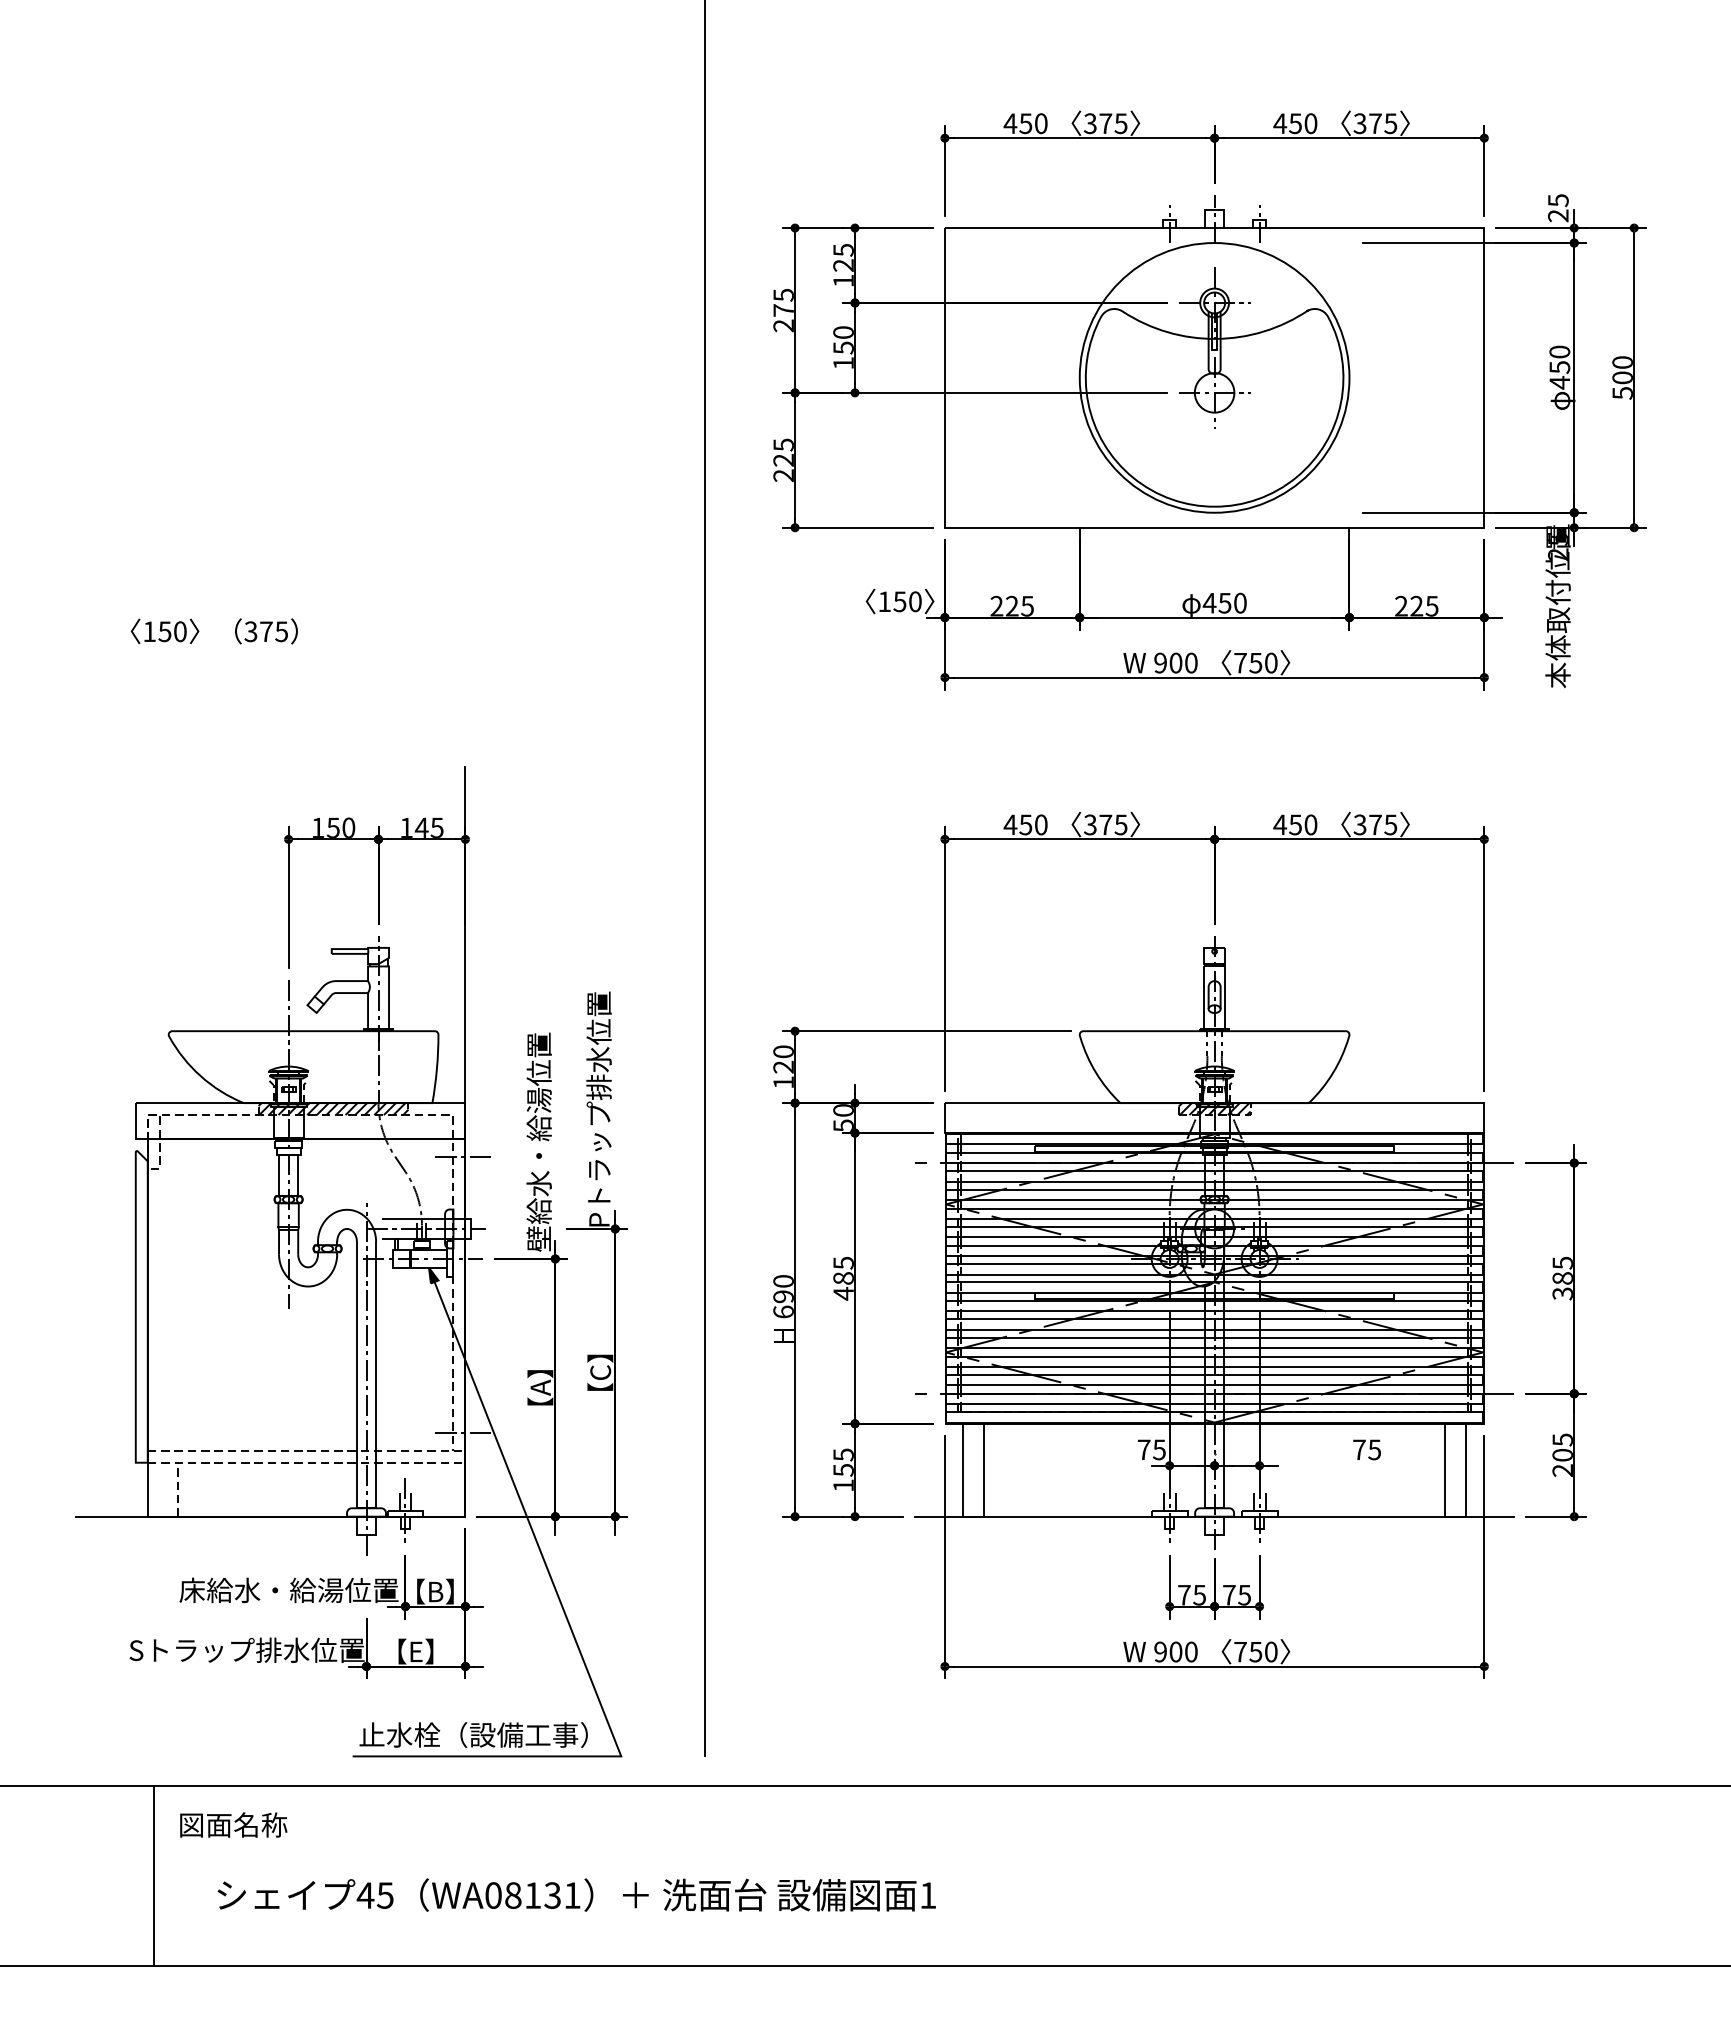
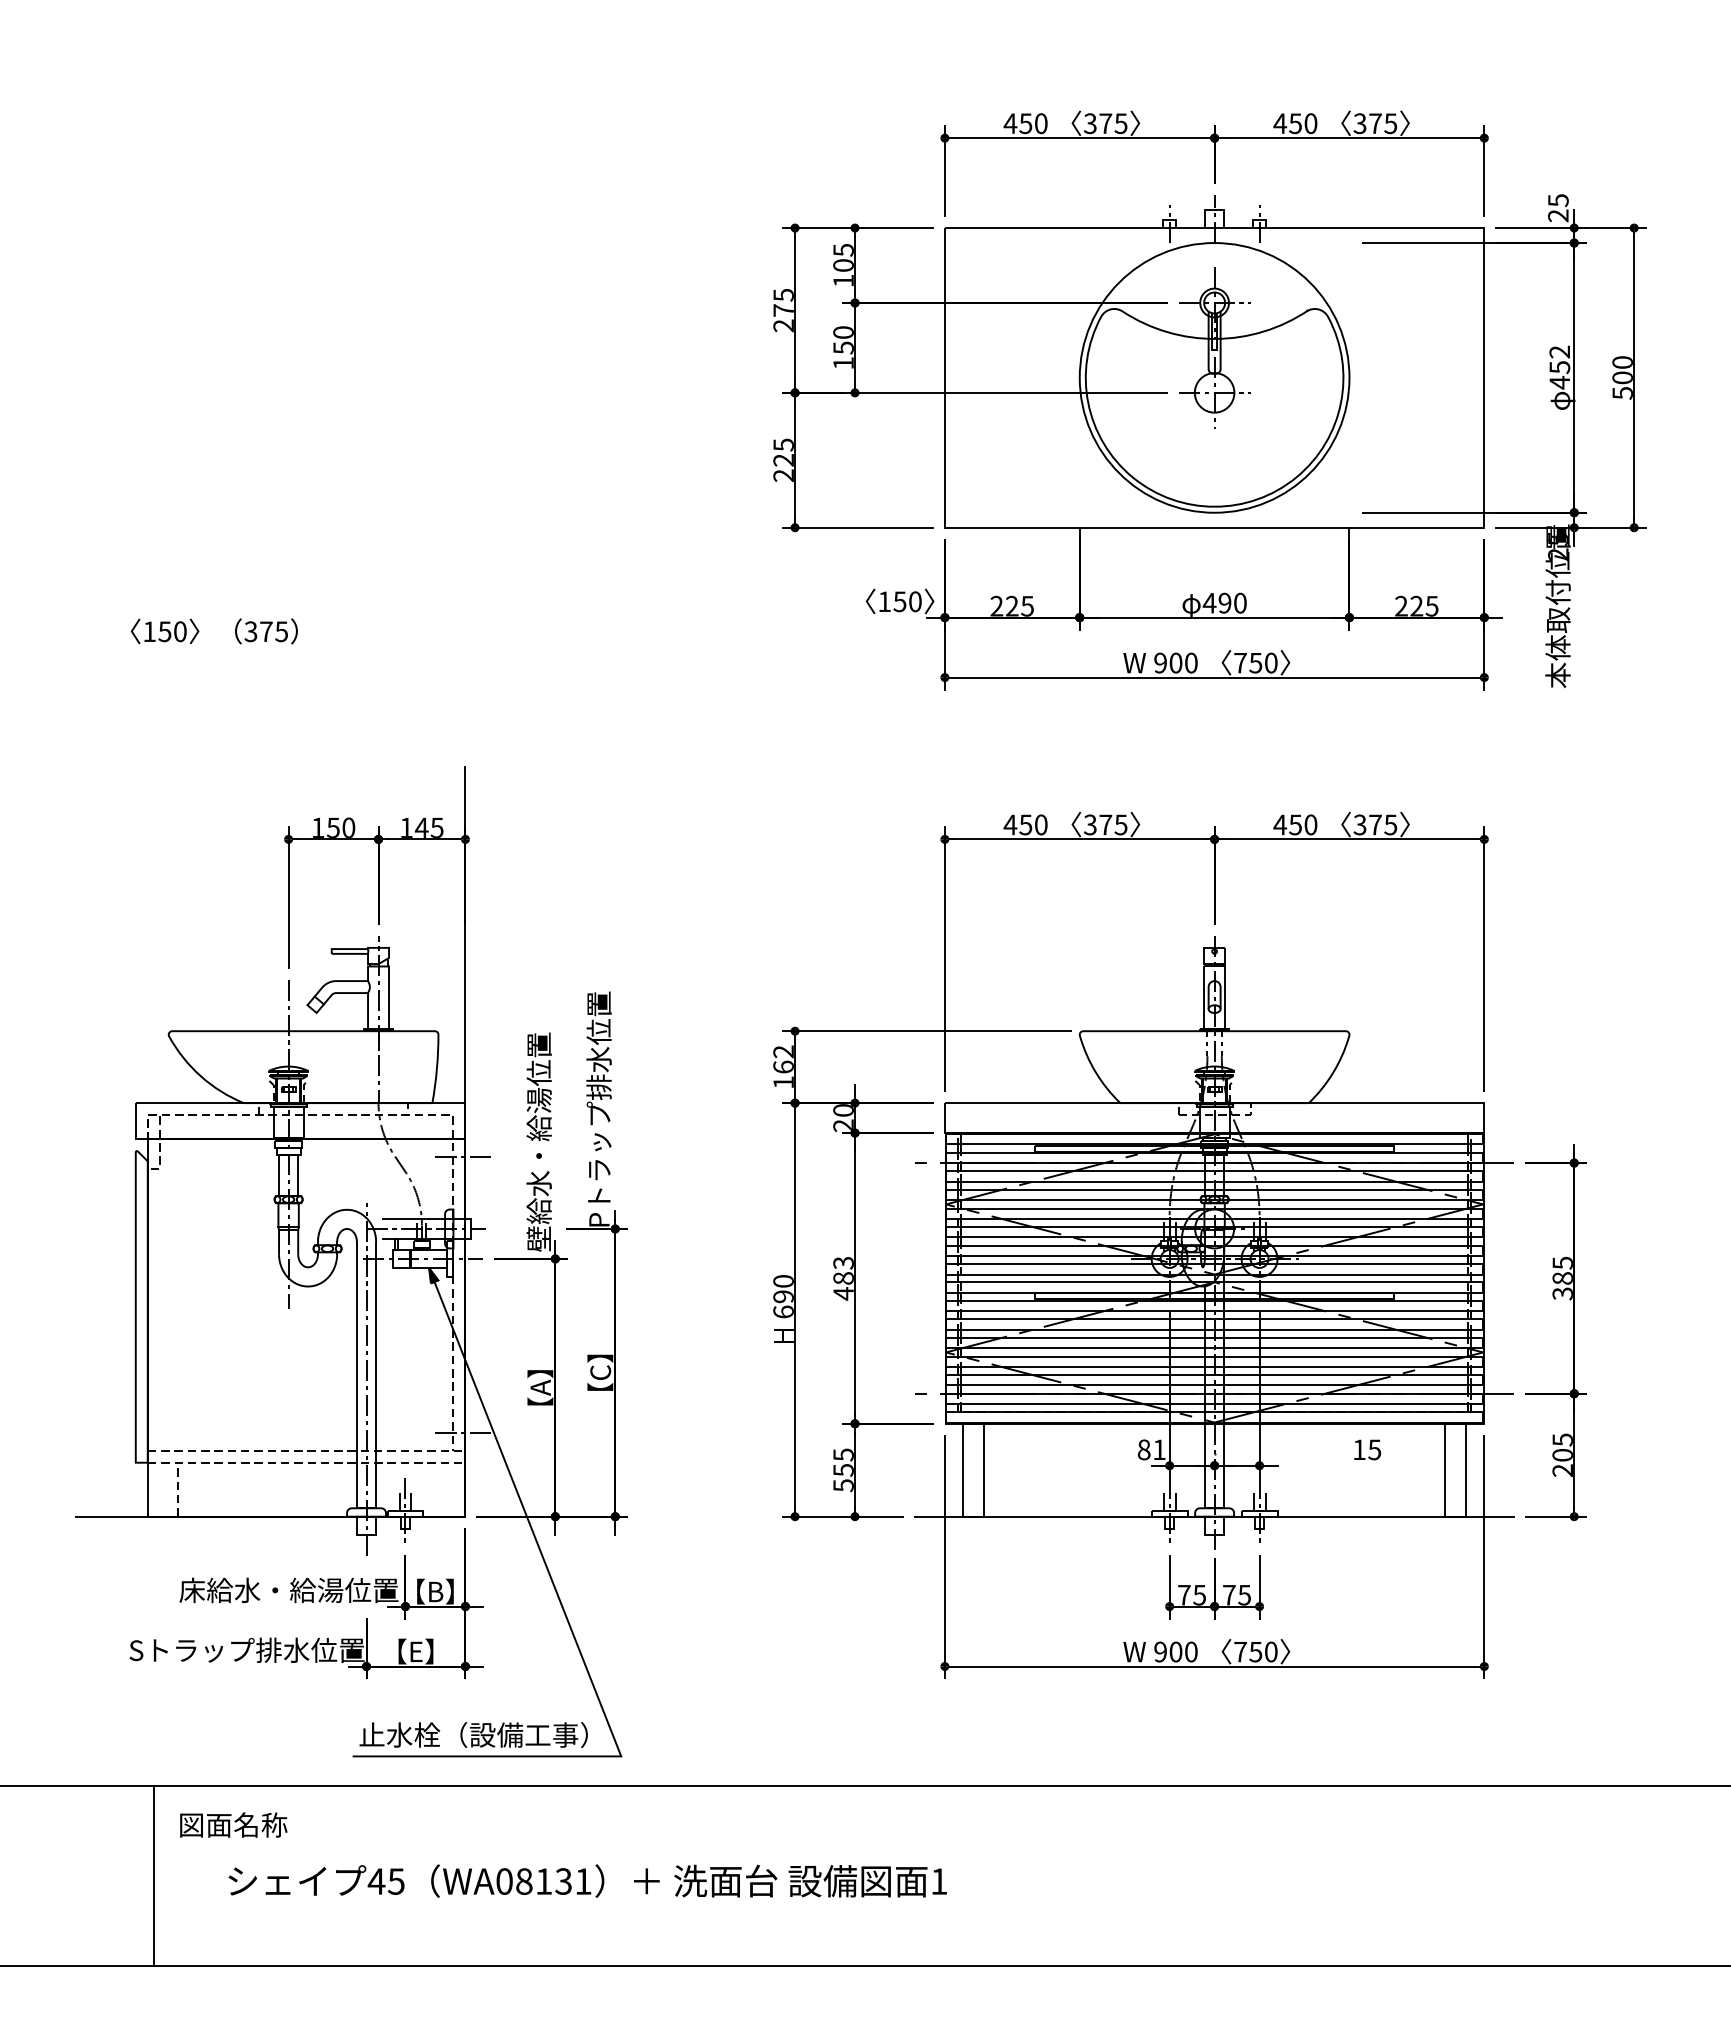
text at (843, 265): 125 -> 105
text at (1559, 351): 450 -> 452
text at (1224, 602): 450 -> 490
line at (705, 879): present -> none
text at (783, 1059): 120 -> 162
hatch at (333, 1109): present -> none
hatch at (1214, 1109): present -> none
text at (843, 1125): 50 -> 20
text at (843, 1262): 485 -> 483
text at (1151, 1449): 75 -> 81
text at (1359, 1449): 75 -> 15
text at (843, 1485): 155 -> 555
text at (576, 1894) position: (576, 1894) -> (587, 1880)
